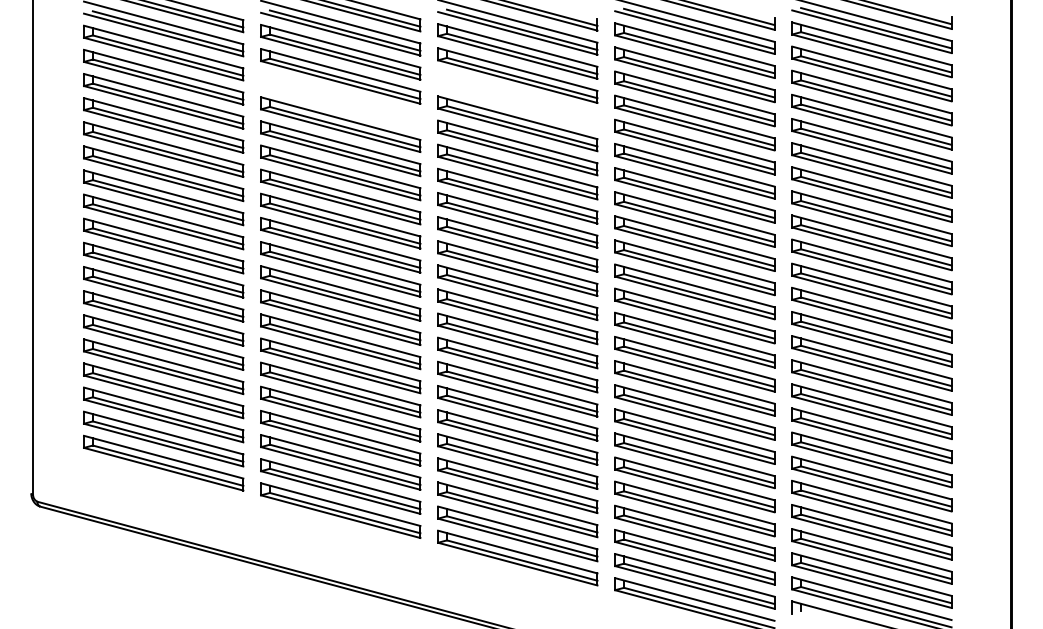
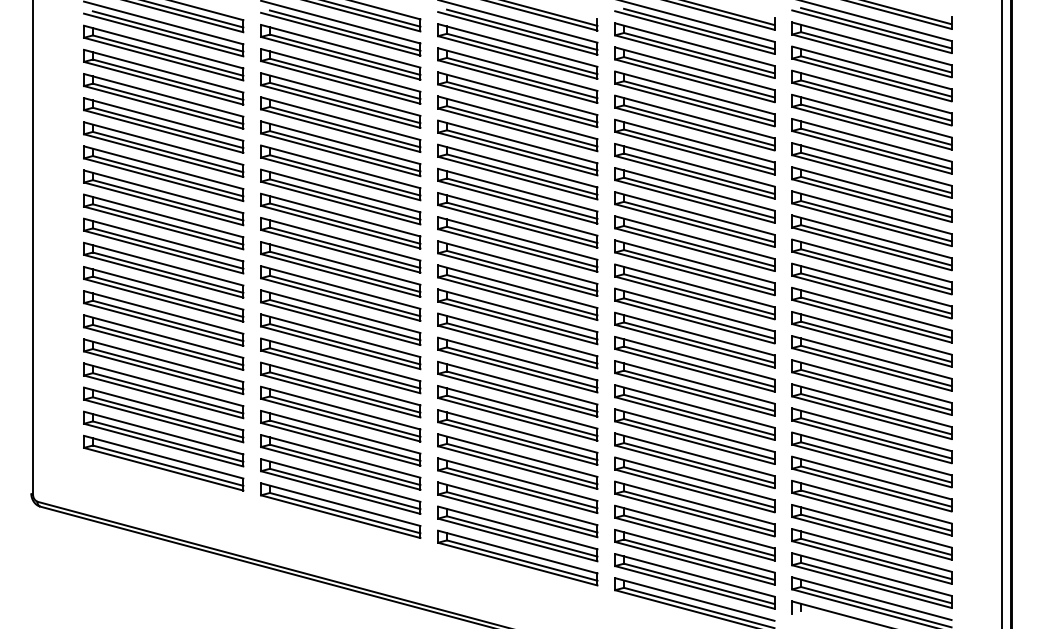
part at (517, 99): none -> present
part at (340, 100): none -> present
line at (1002, 313): none -> present
